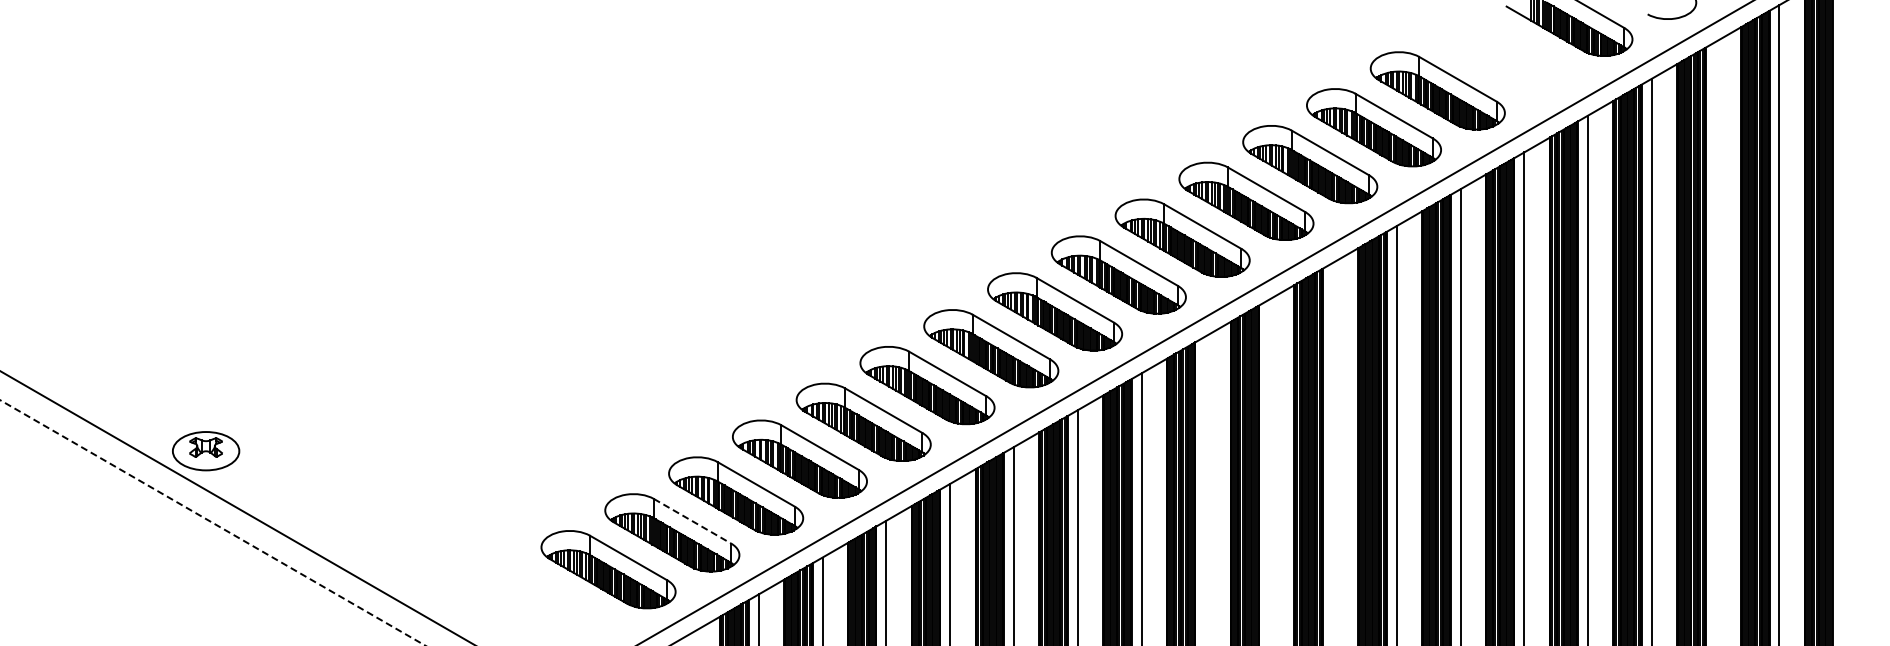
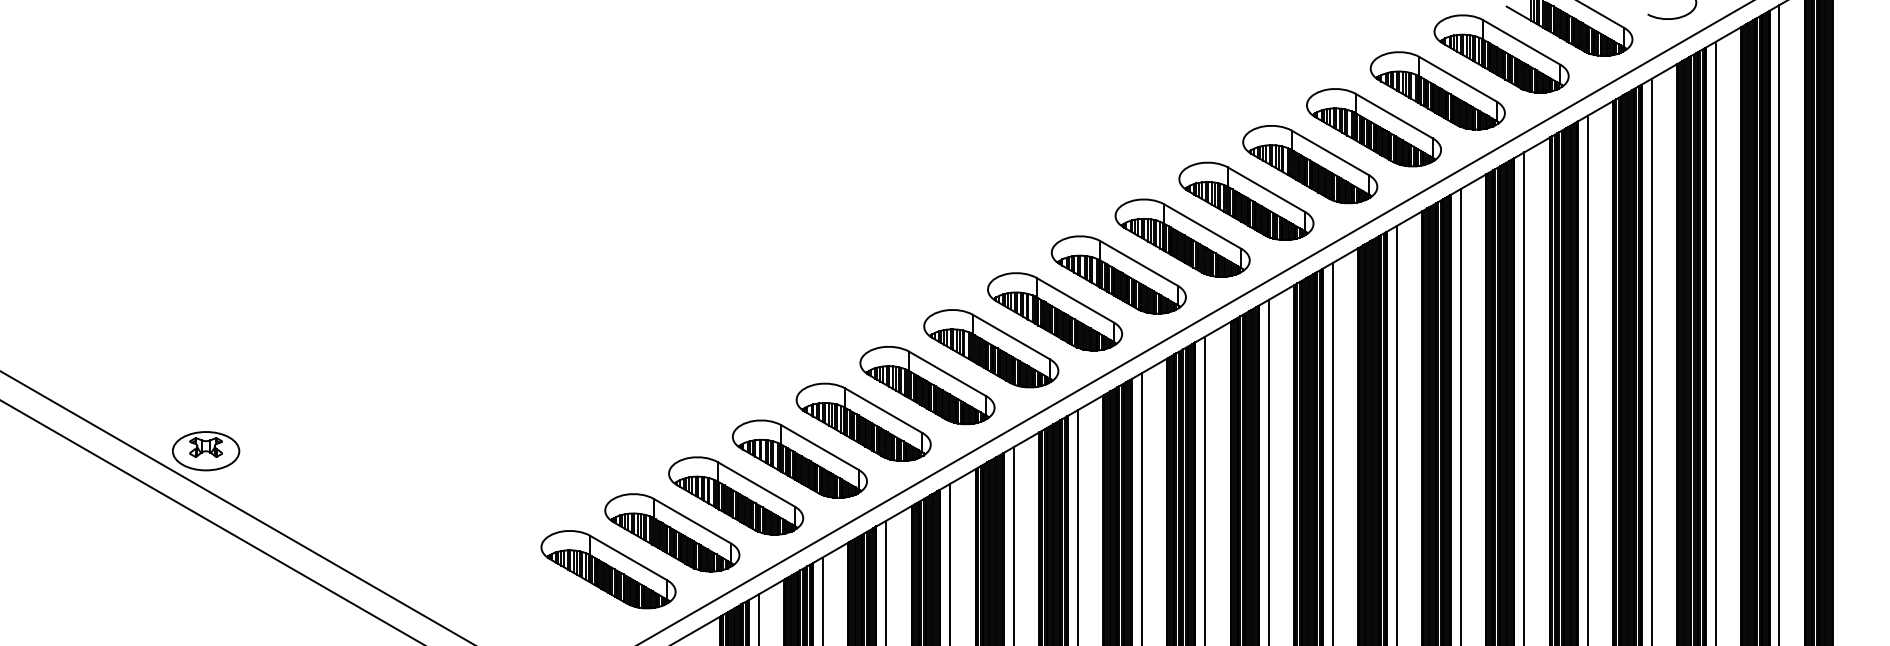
part at (1501, 53): none -> present
line at (1715, 341): none -> present
line at (1332, 452): none -> present
line at (1269, 470): none -> present
line at (1205, 489): none -> present
line at (692, 521): dashed -> solid
line at (213, 523): dashed -> solid
